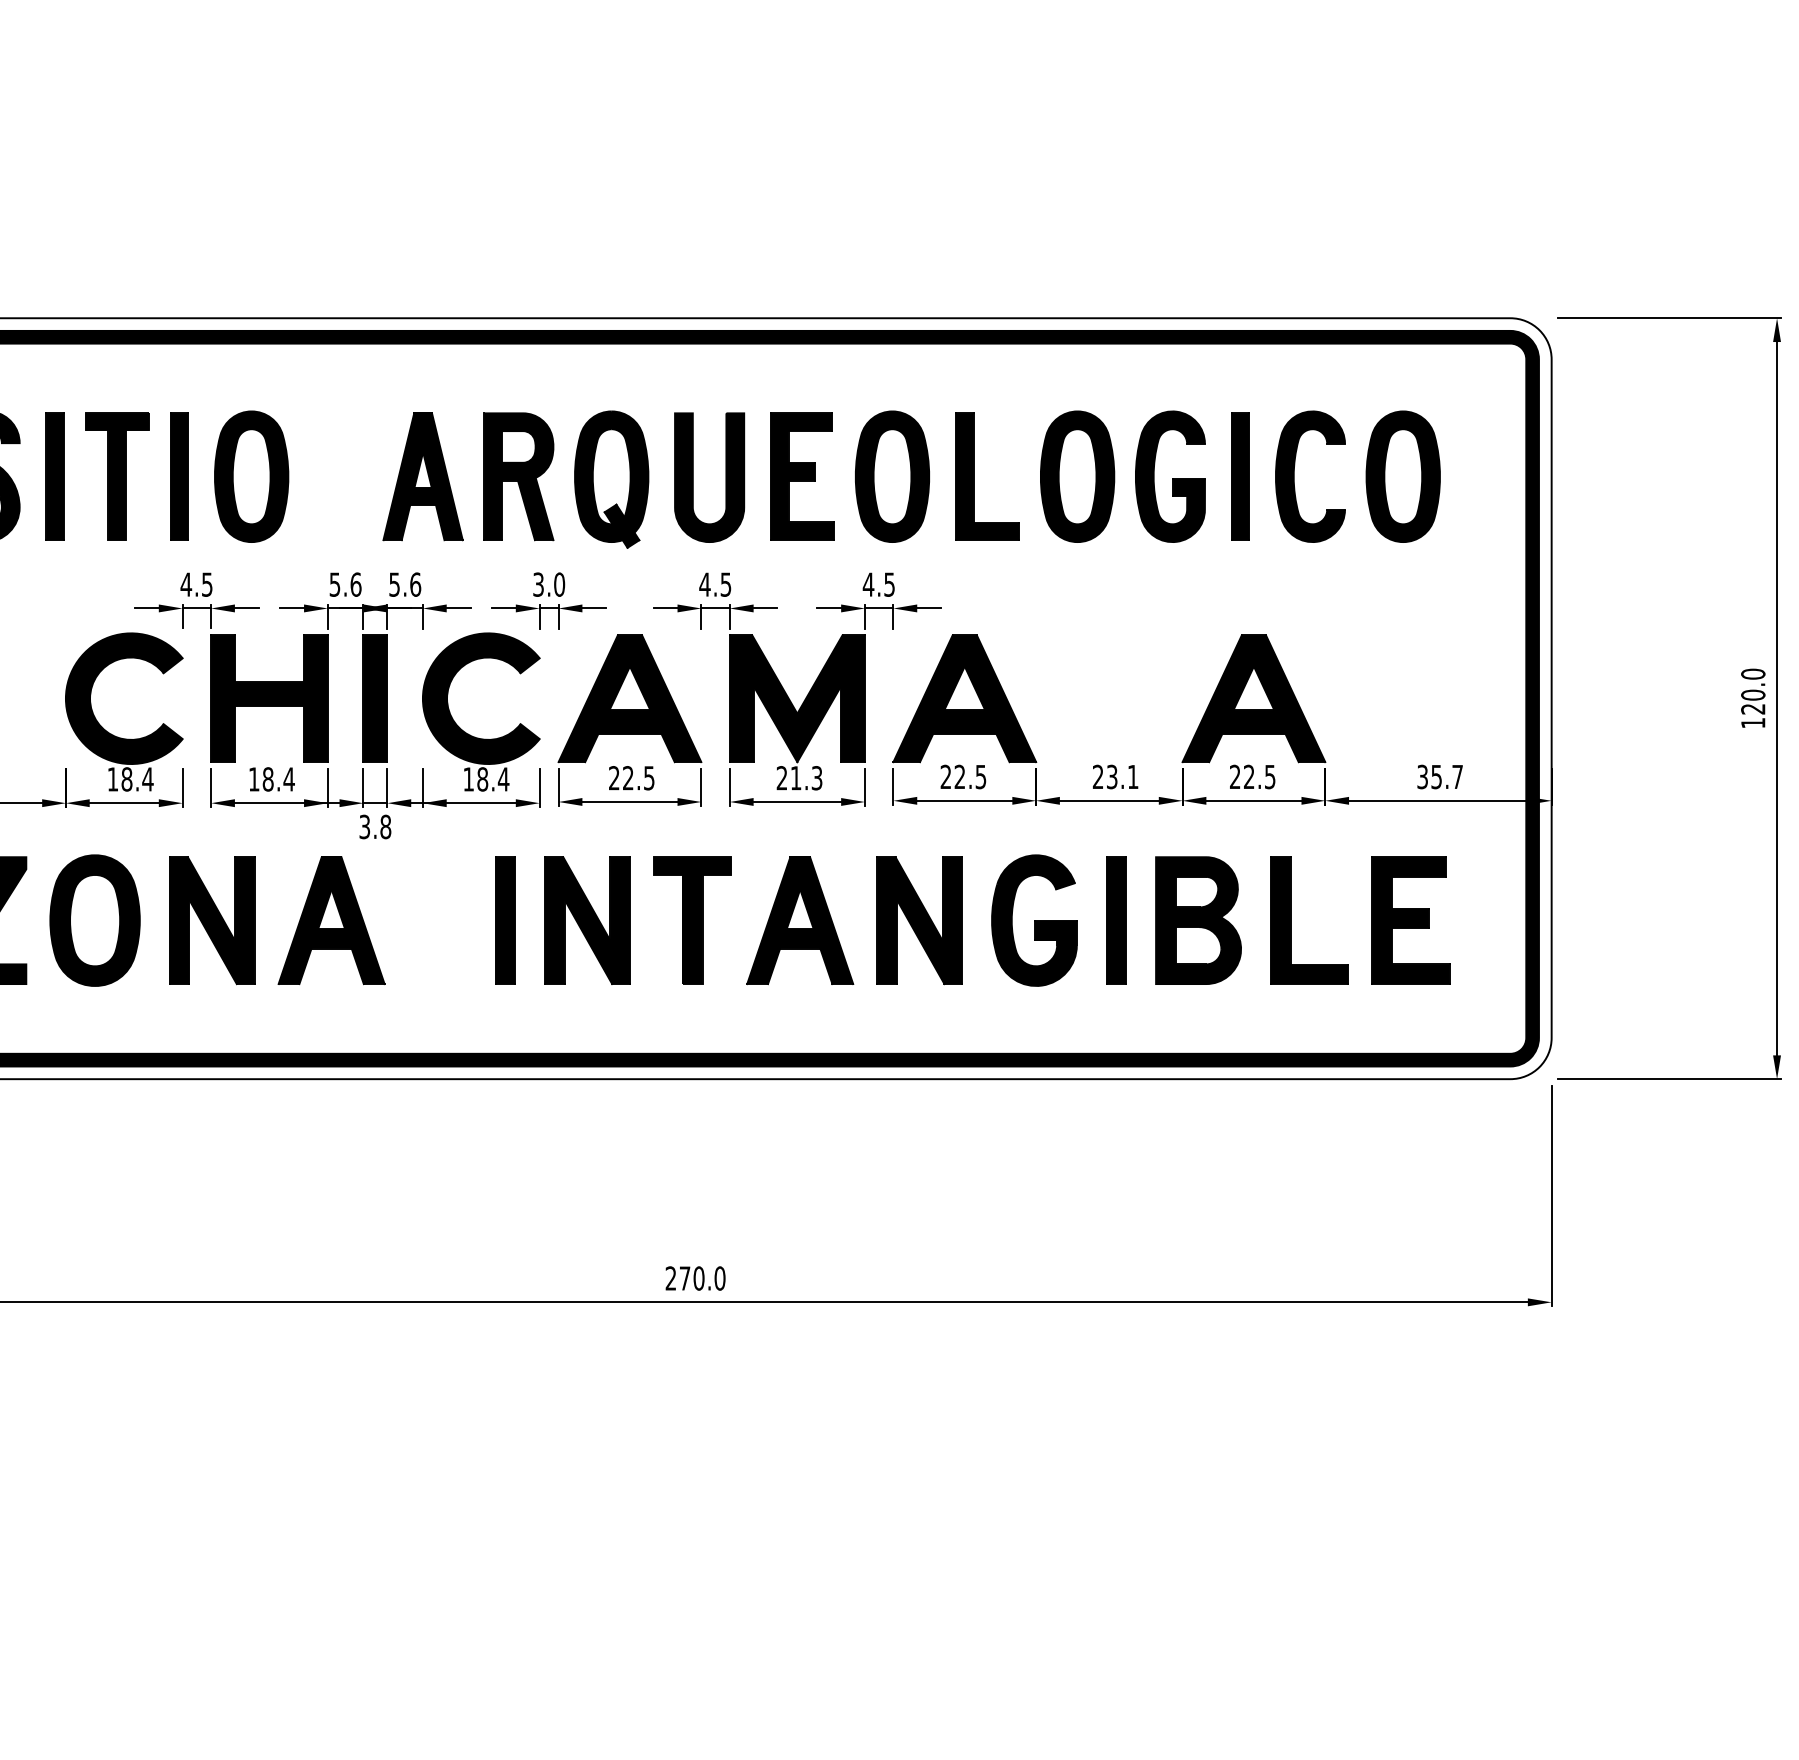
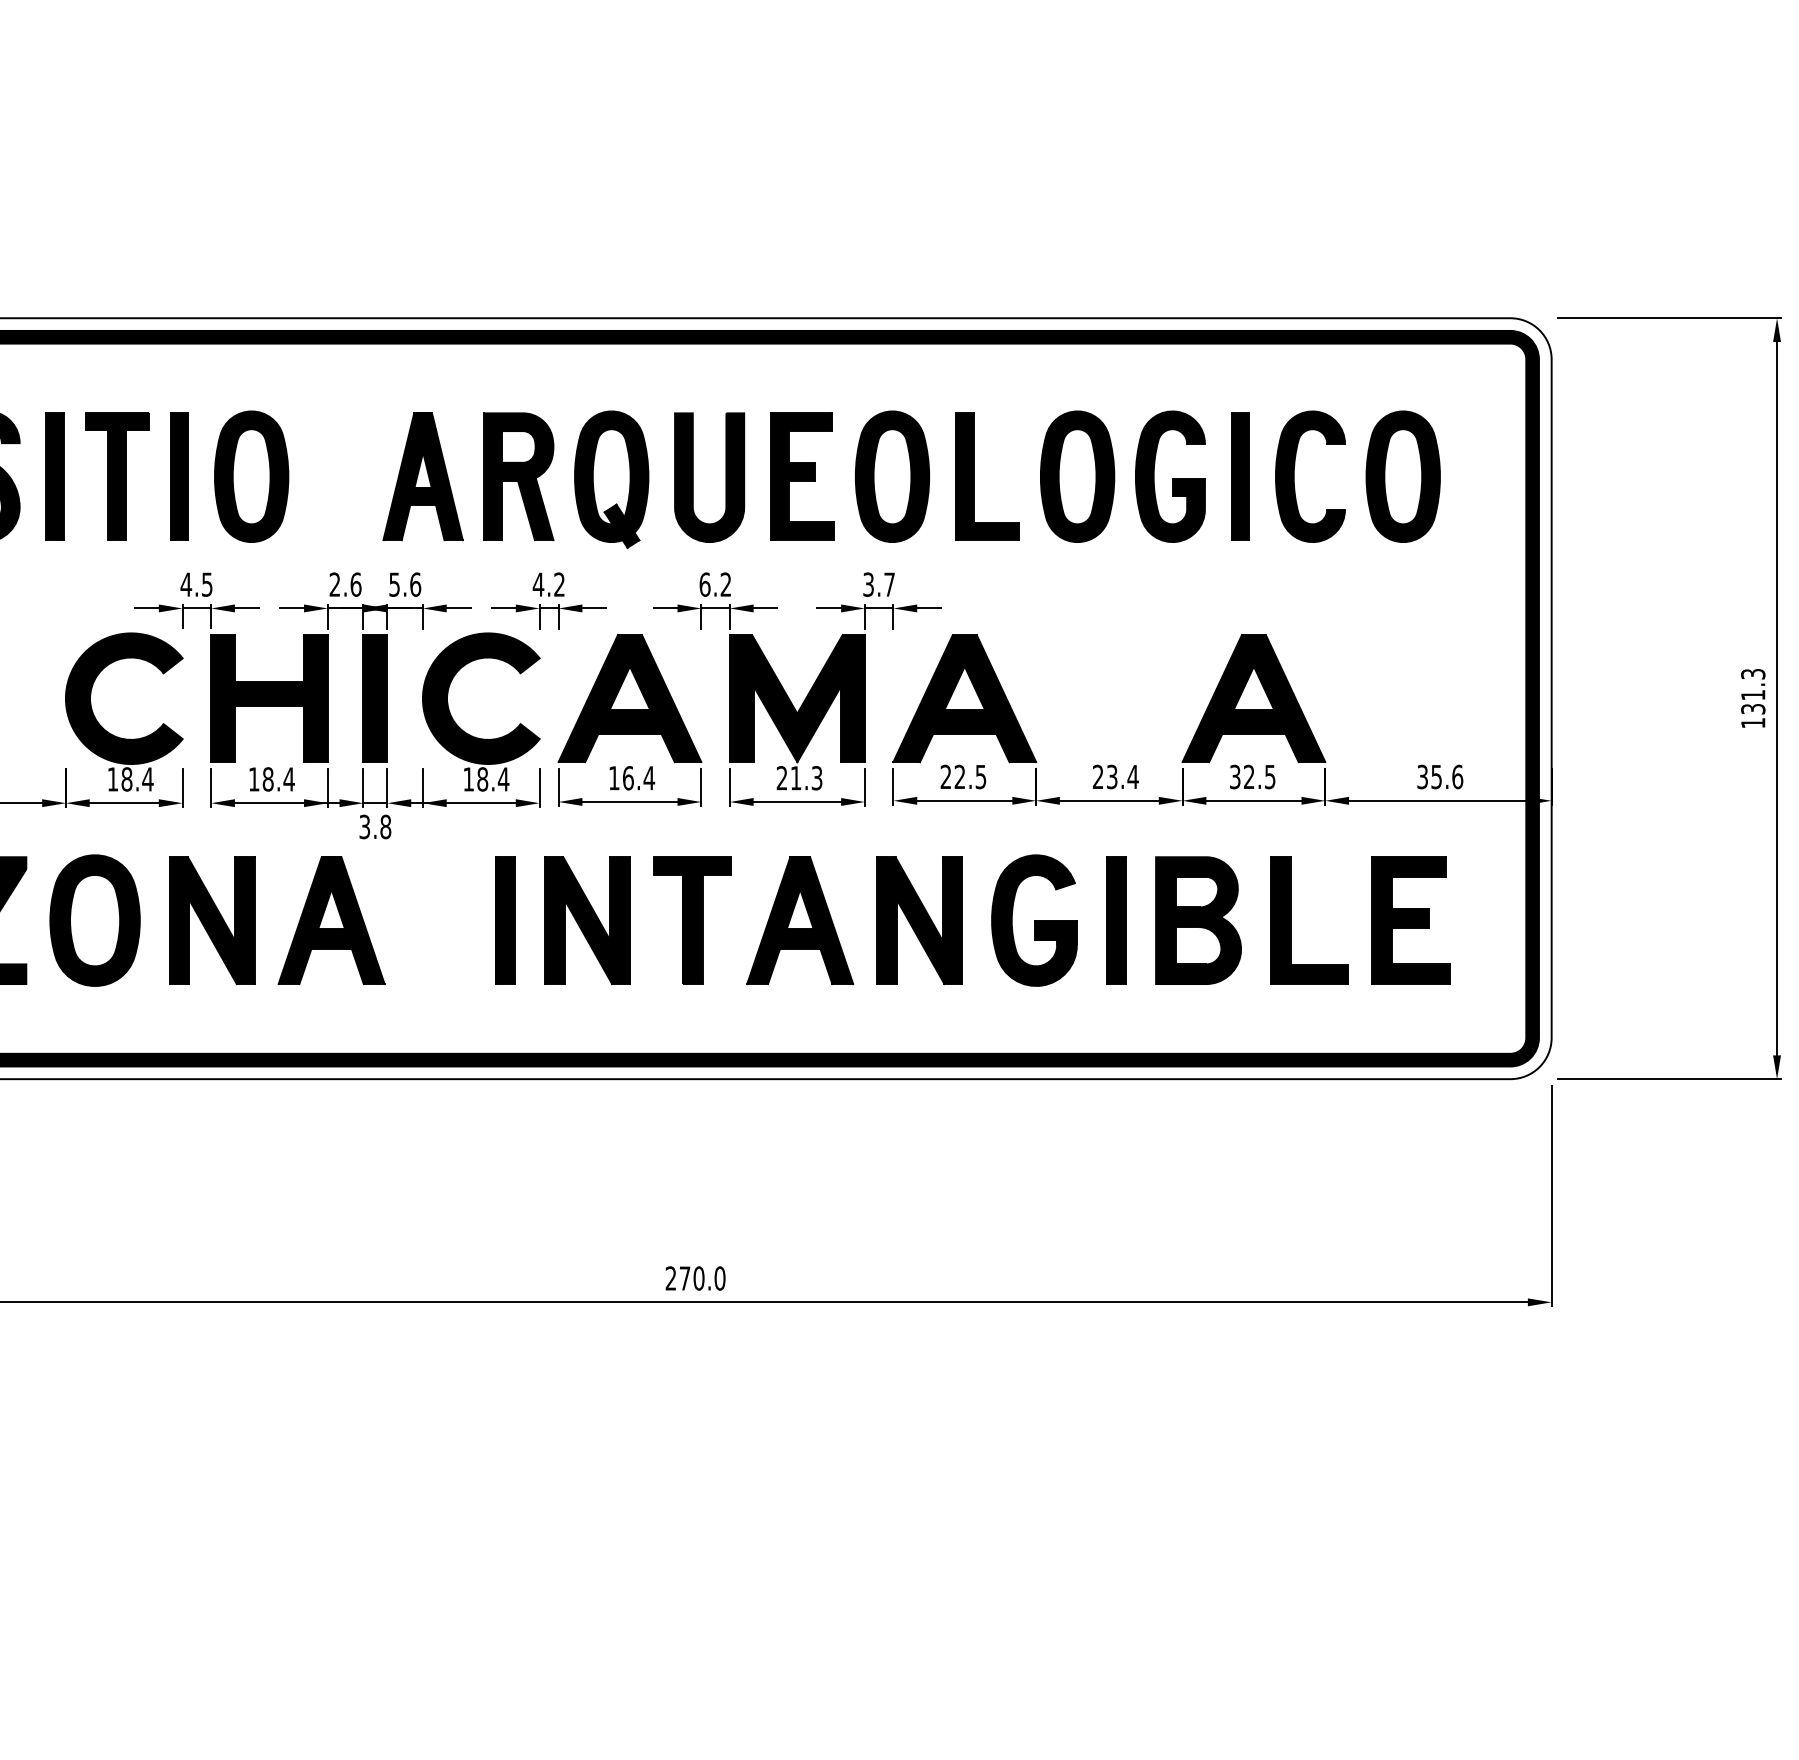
text at (334, 584): 5.6 -> 2.6
text at (548, 584): 3.0 -> 4.2
text at (715, 584): 4.5 -> 6.2
text at (878, 584): 4.5 -> 3.7
text at (1753, 691): 120.0 -> 131.3
text at (1132, 776): 23.1 -> 23.4
text at (1457, 776): 35.7 -> 35.6
text at (1235, 777): 22.5 -> 32.5
text at (632, 778): 22.5 -> 16.4
